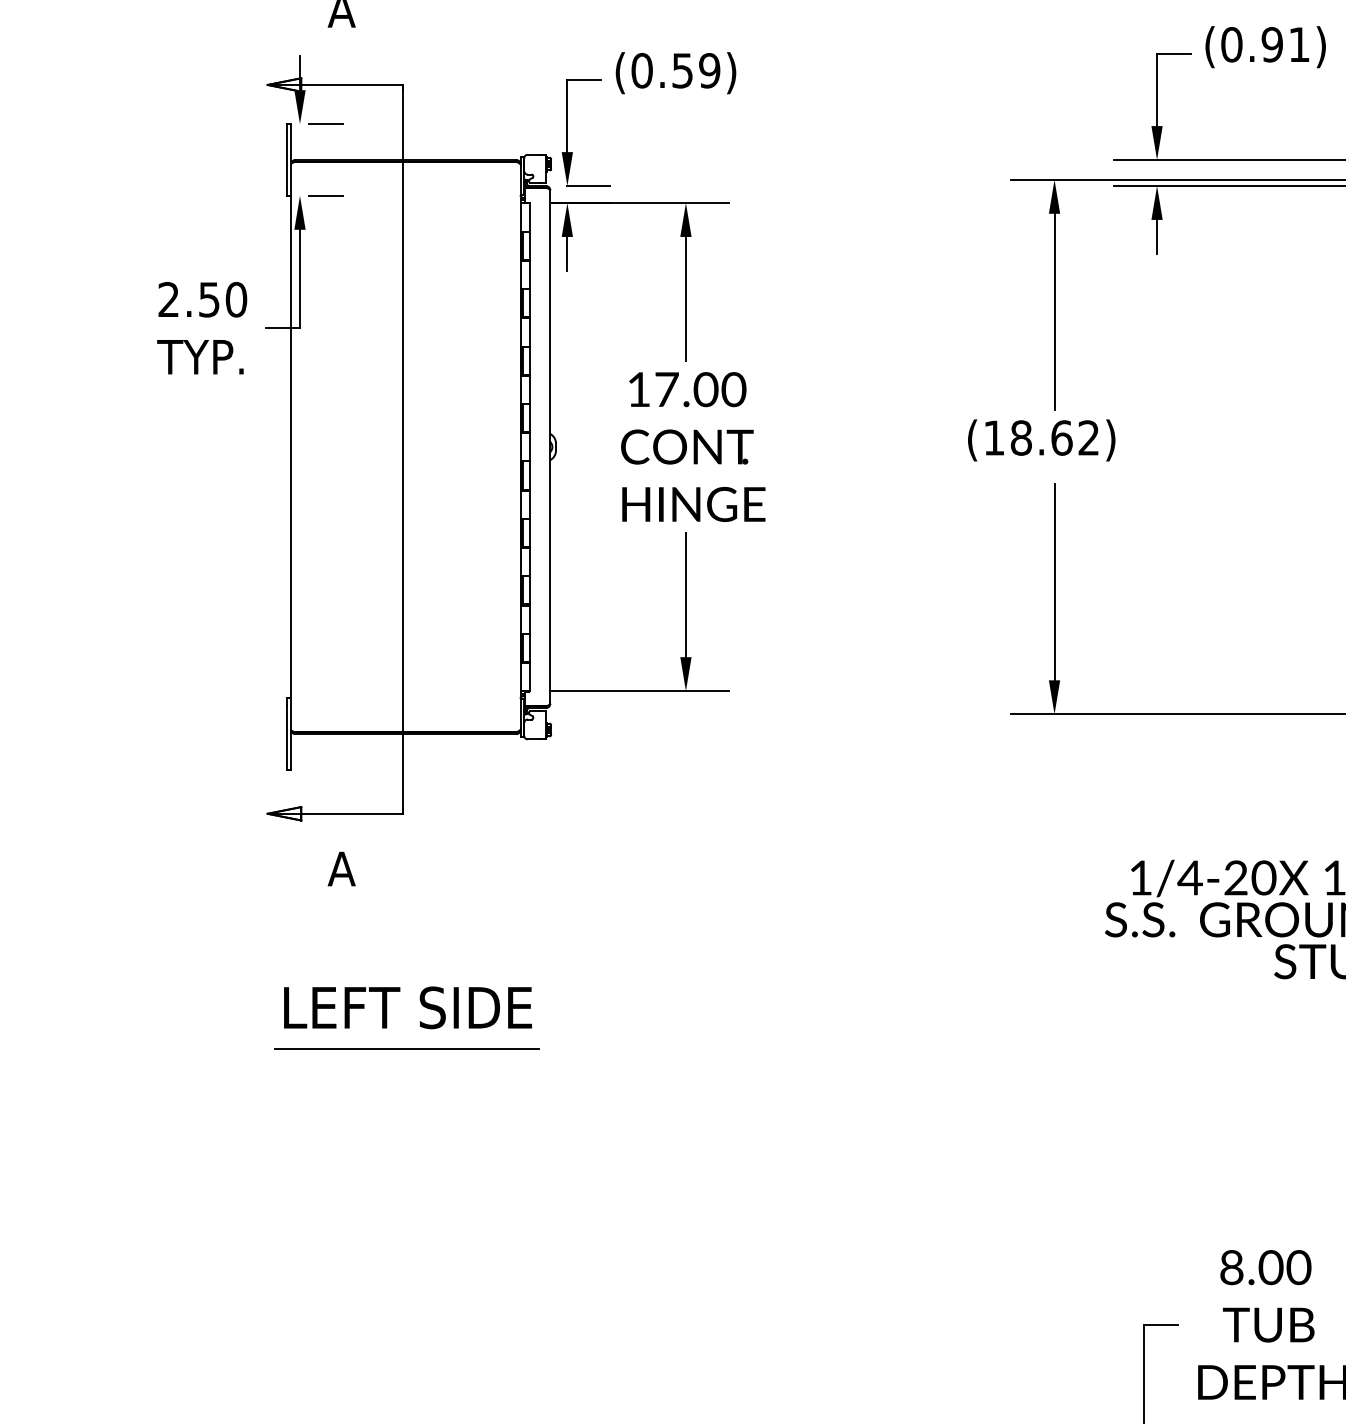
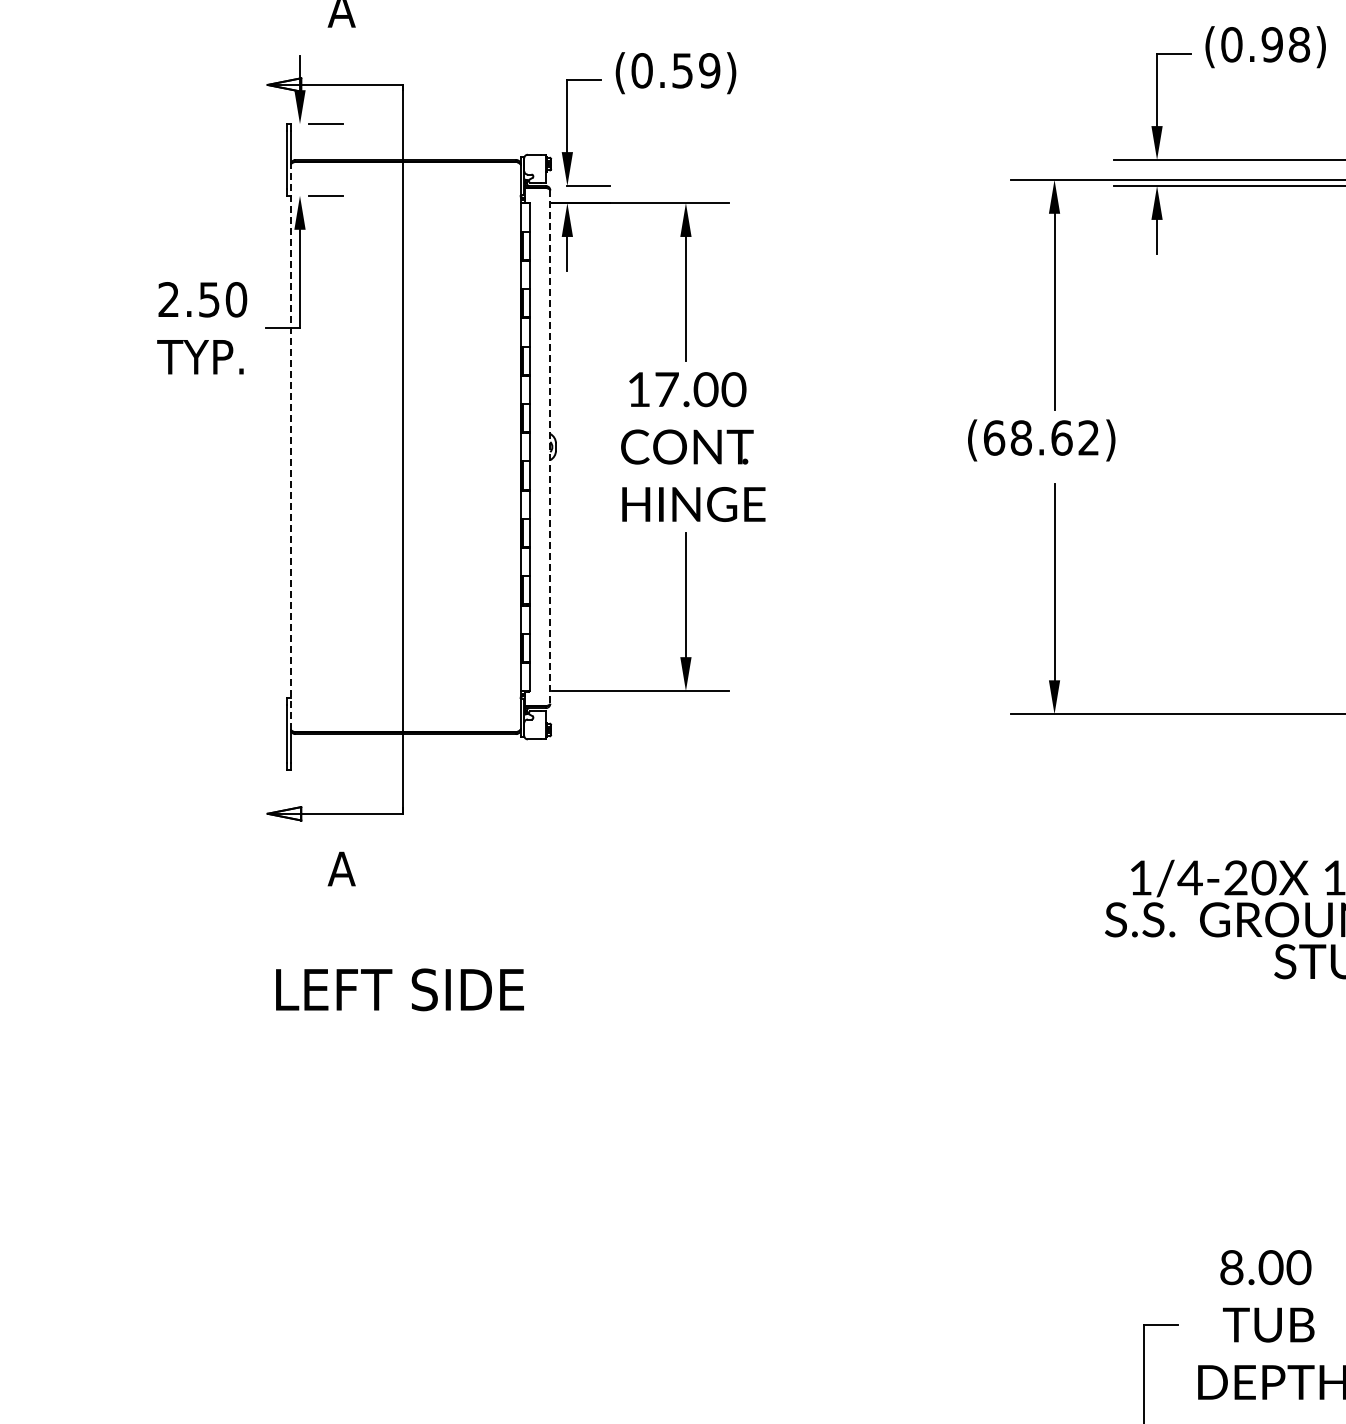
text at (1299, 44): (0.91) -> (0.98)
text at (994, 437): (18.62) -> (68.62)
line at (291, 447): solid -> dashed
line at (550, 447): solid -> dashed
text at (407, 1007) position: (407, 1007) -> (399, 989)
line at (406, 1048): present -> none
